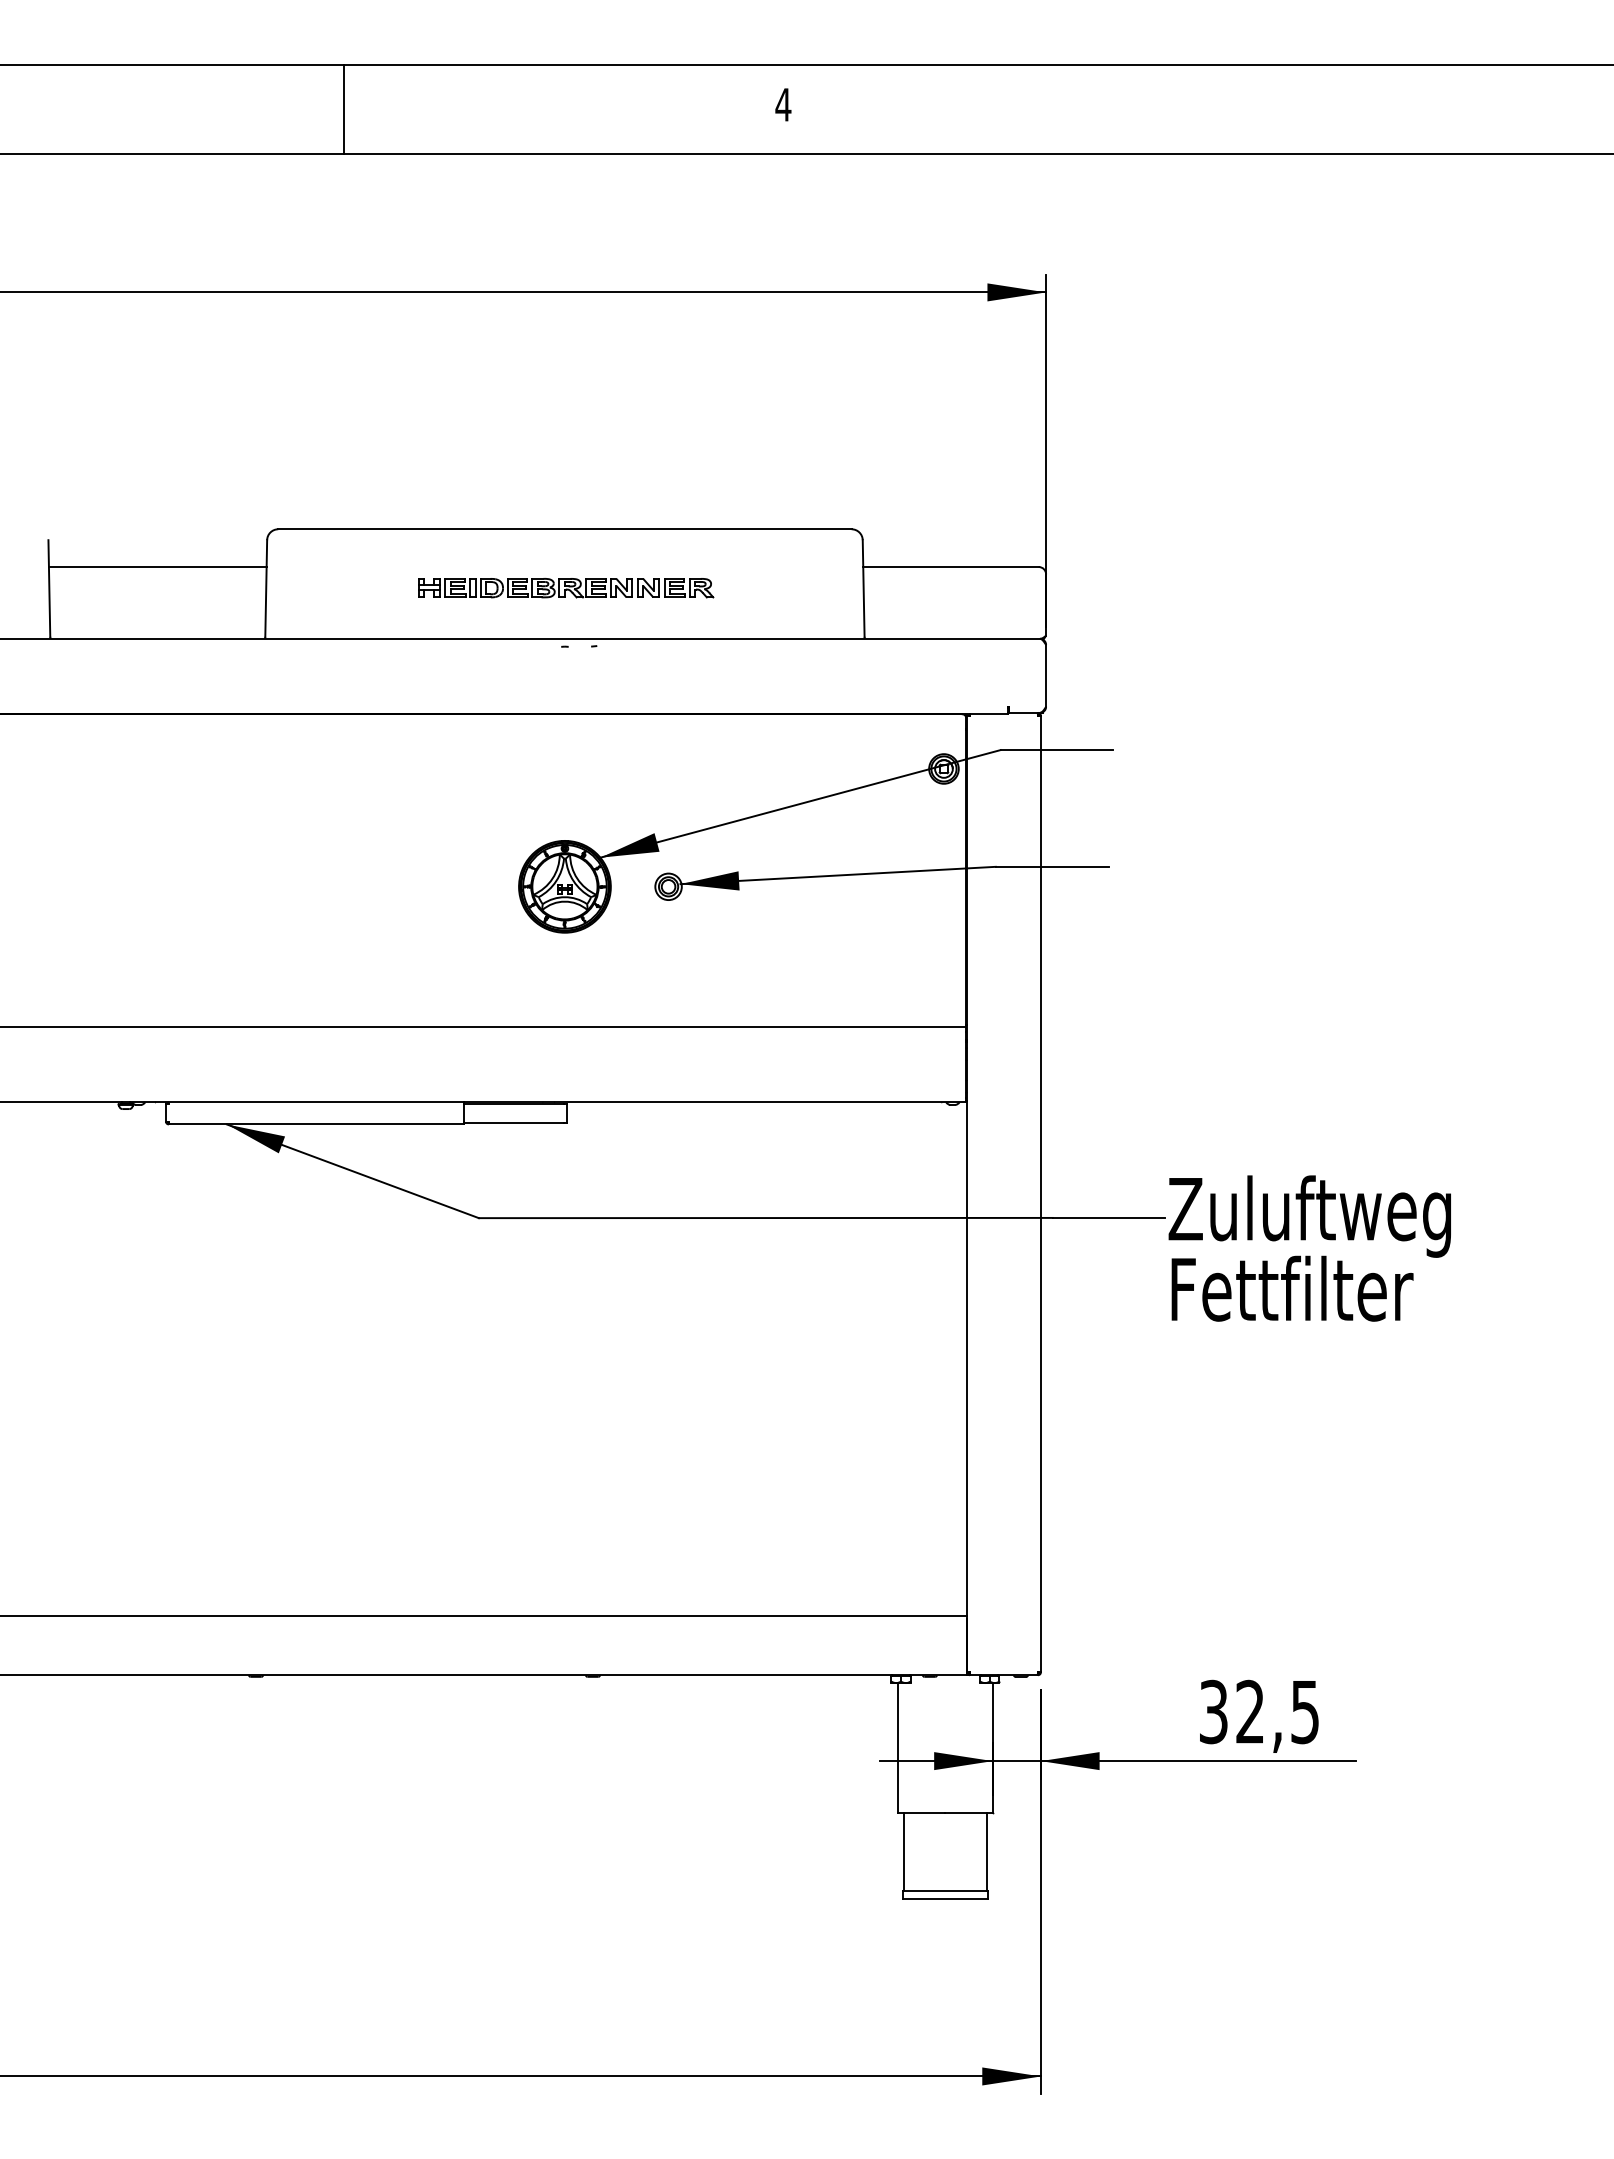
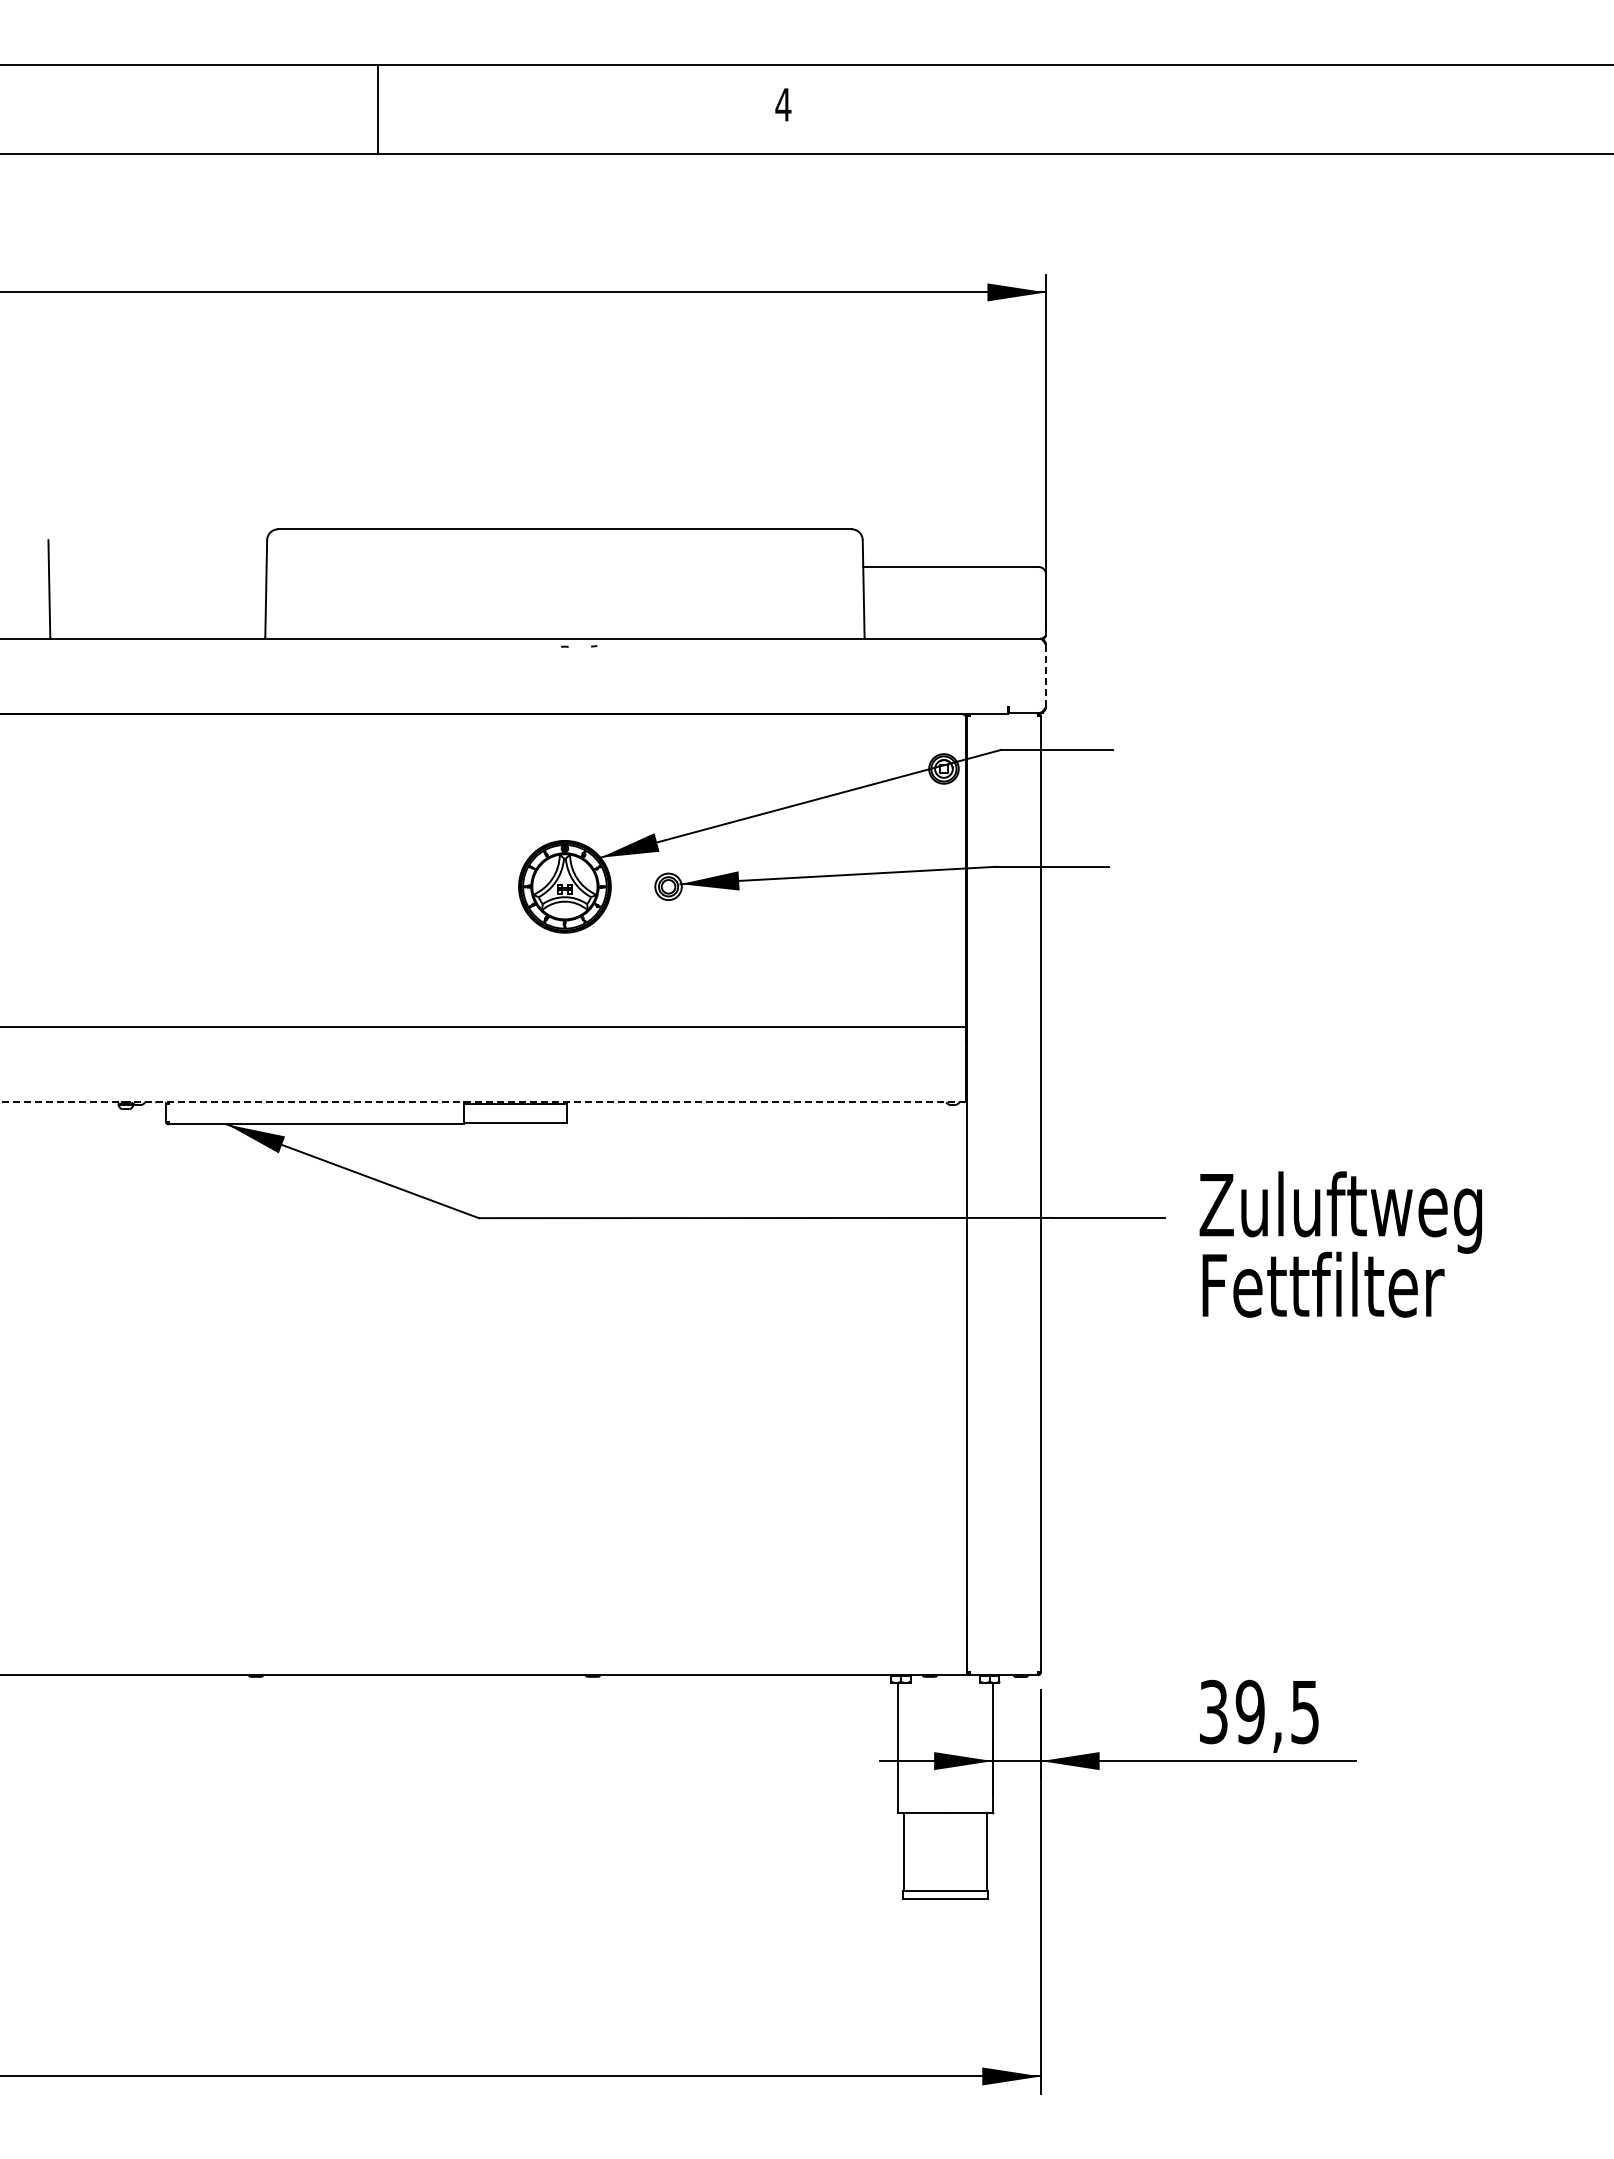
line at (344, 108) position: (344, 108) -> (378, 108)
line at (157, 567): present -> none
part at (566, 588): present -> none
line at (1046, 675): solid -> dashed
line at (483, 1102): solid -> dashed
text at (1309, 1248) position: (1309, 1248) -> (1340, 1244)
line at (484, 1616): present -> none
text at (1249, 1712): 32,5 -> 39,5
